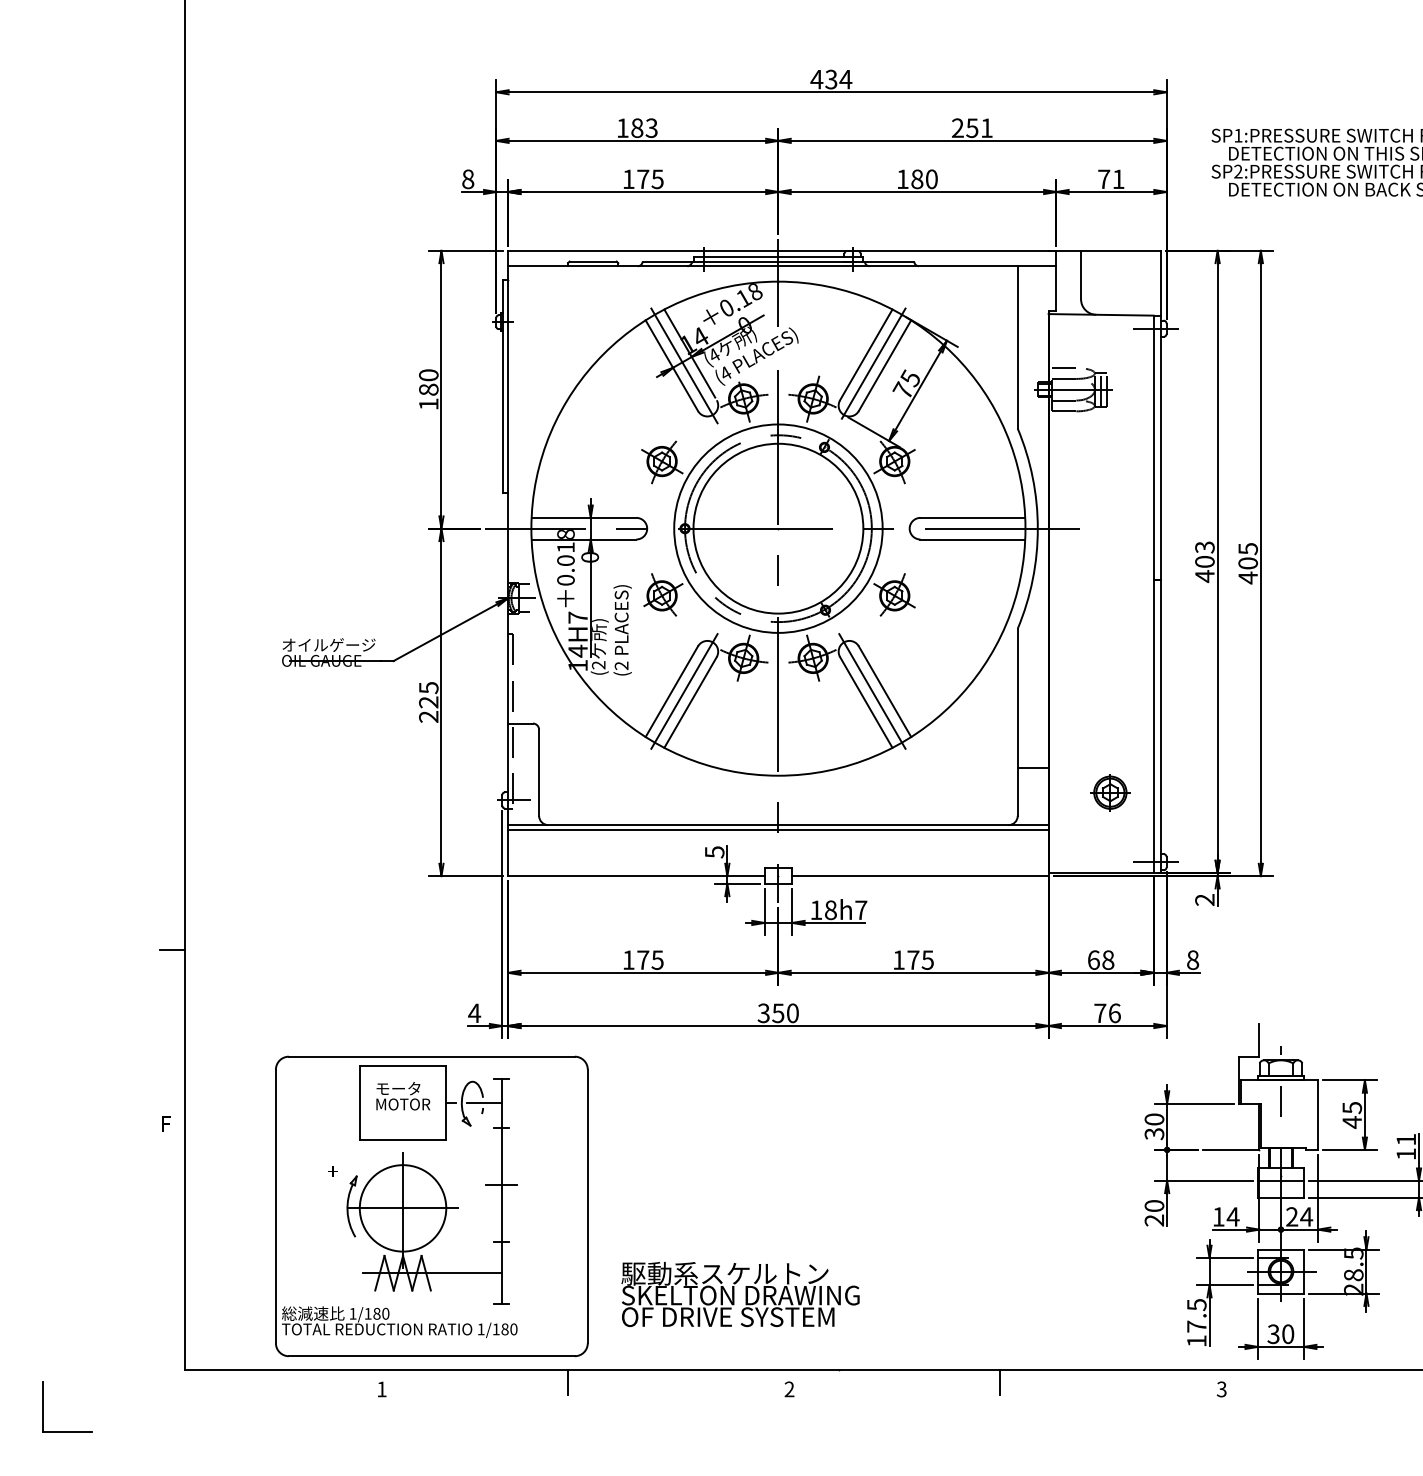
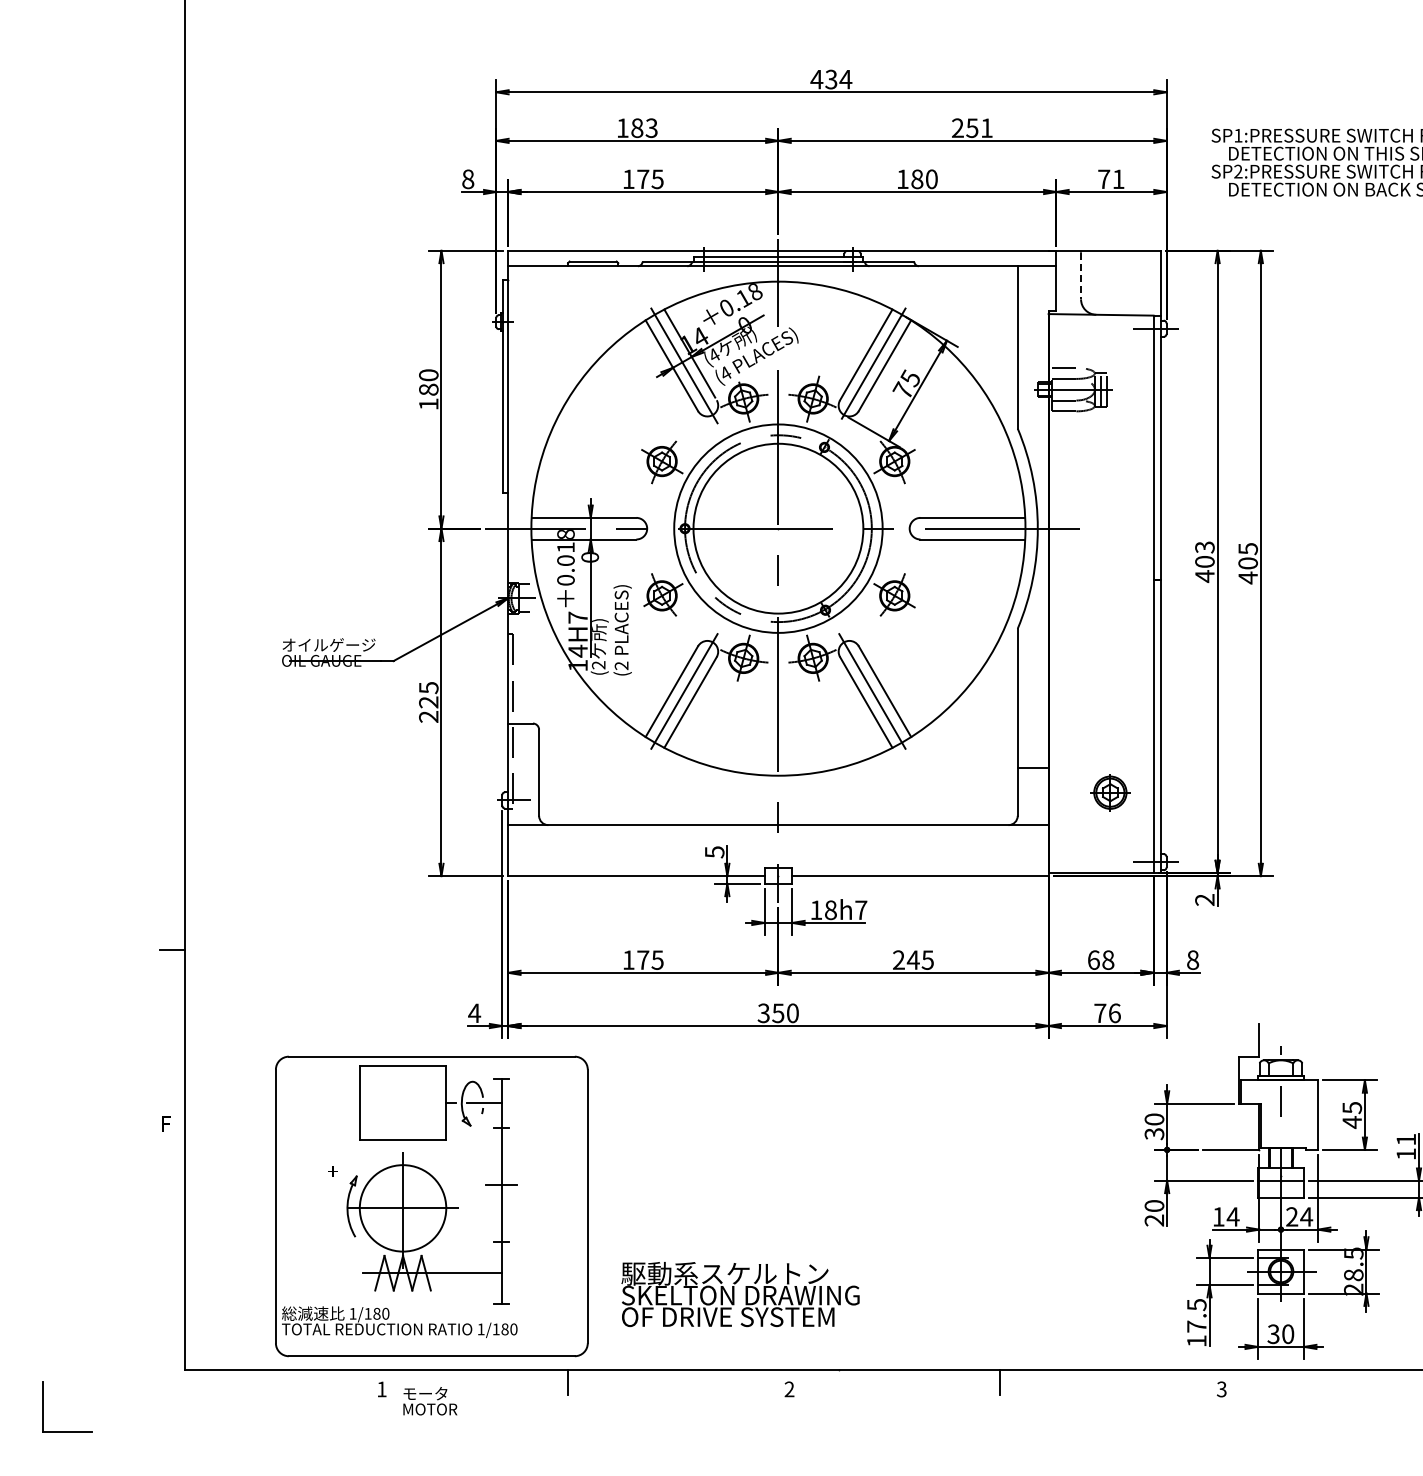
line at (1081, 276): solid -> dashed
line at (778, 829): present -> none
text at (906, 959): 175 -> 245
text at (403, 1096) position: (403, 1096) -> (430, 1401)
